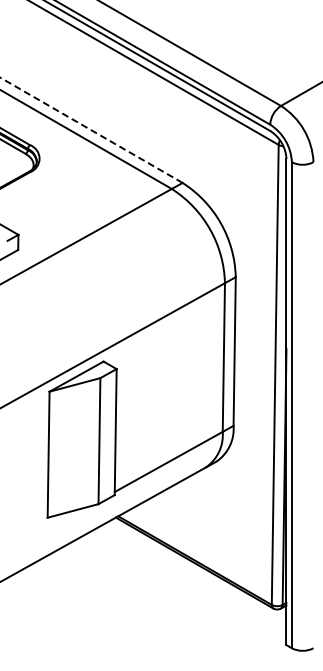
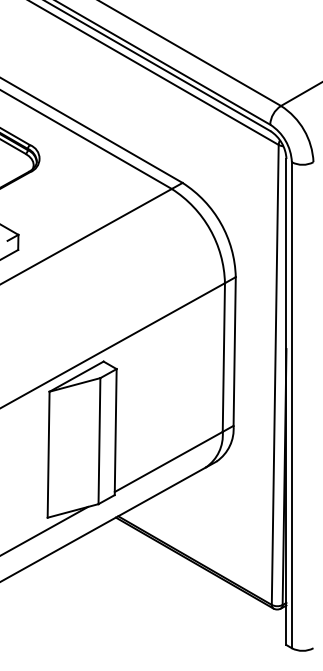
line at (90, 129): dashed -> solid
line at (45, 530): none -> present
